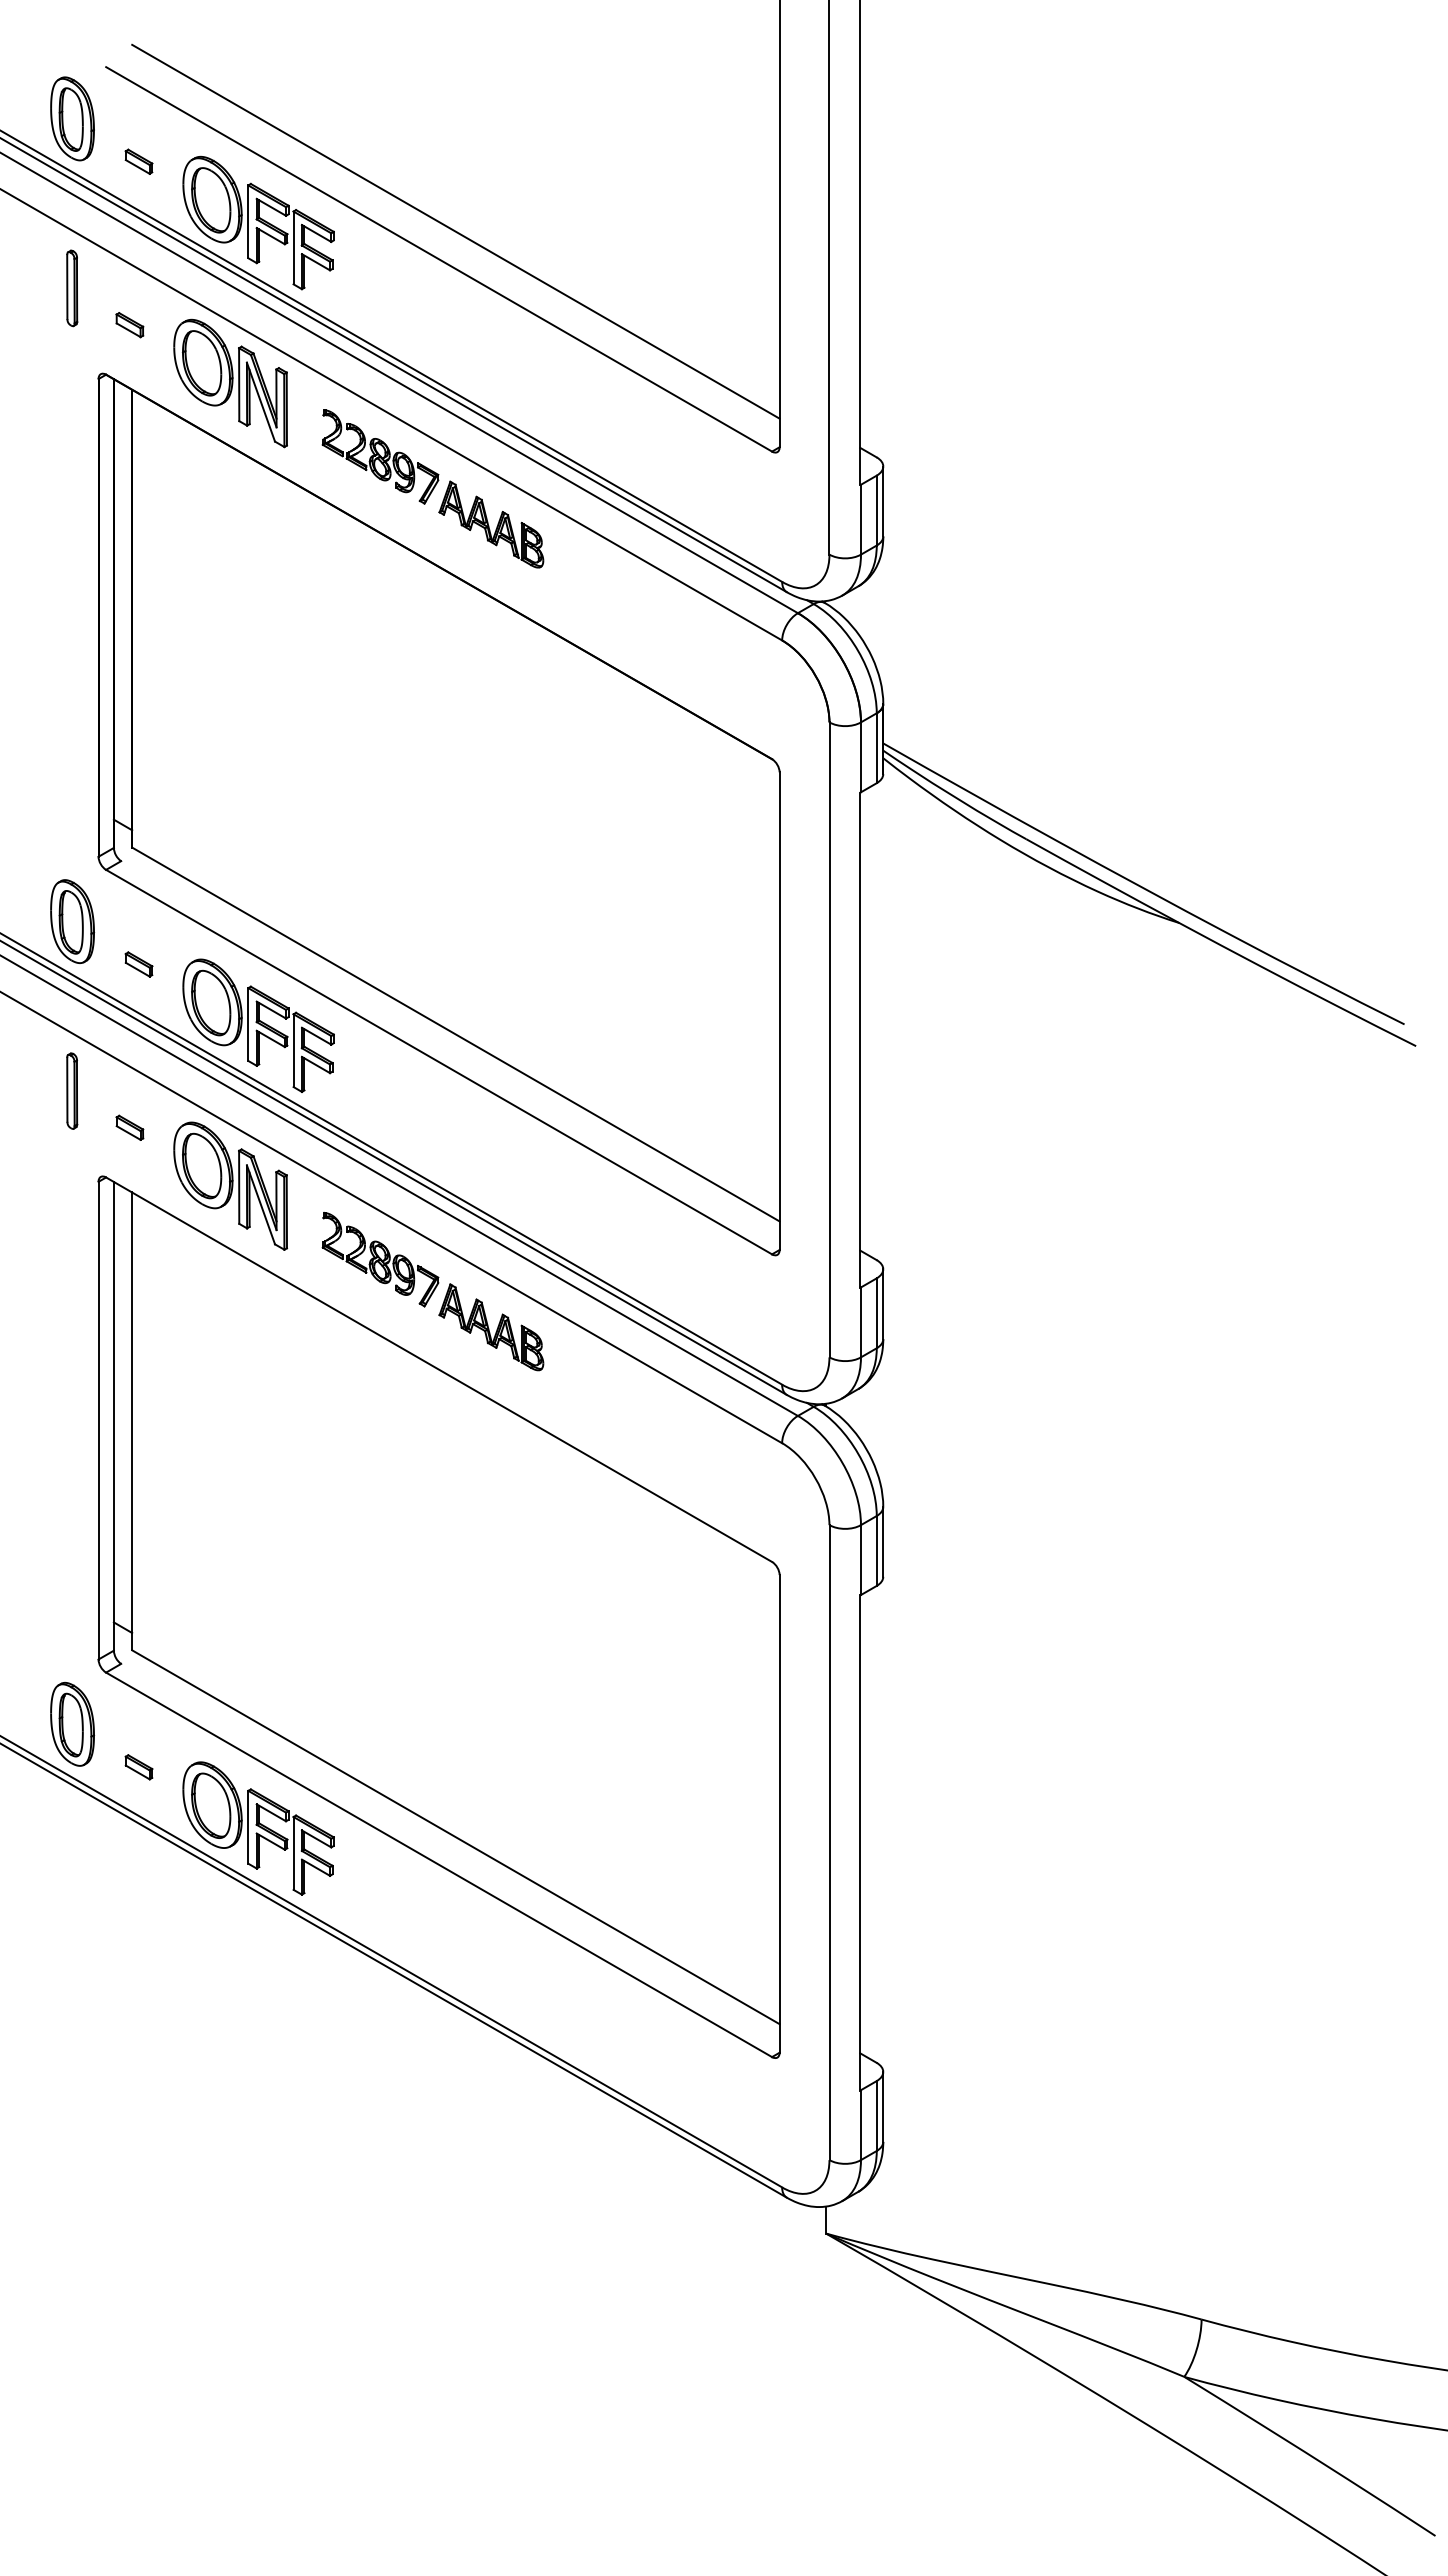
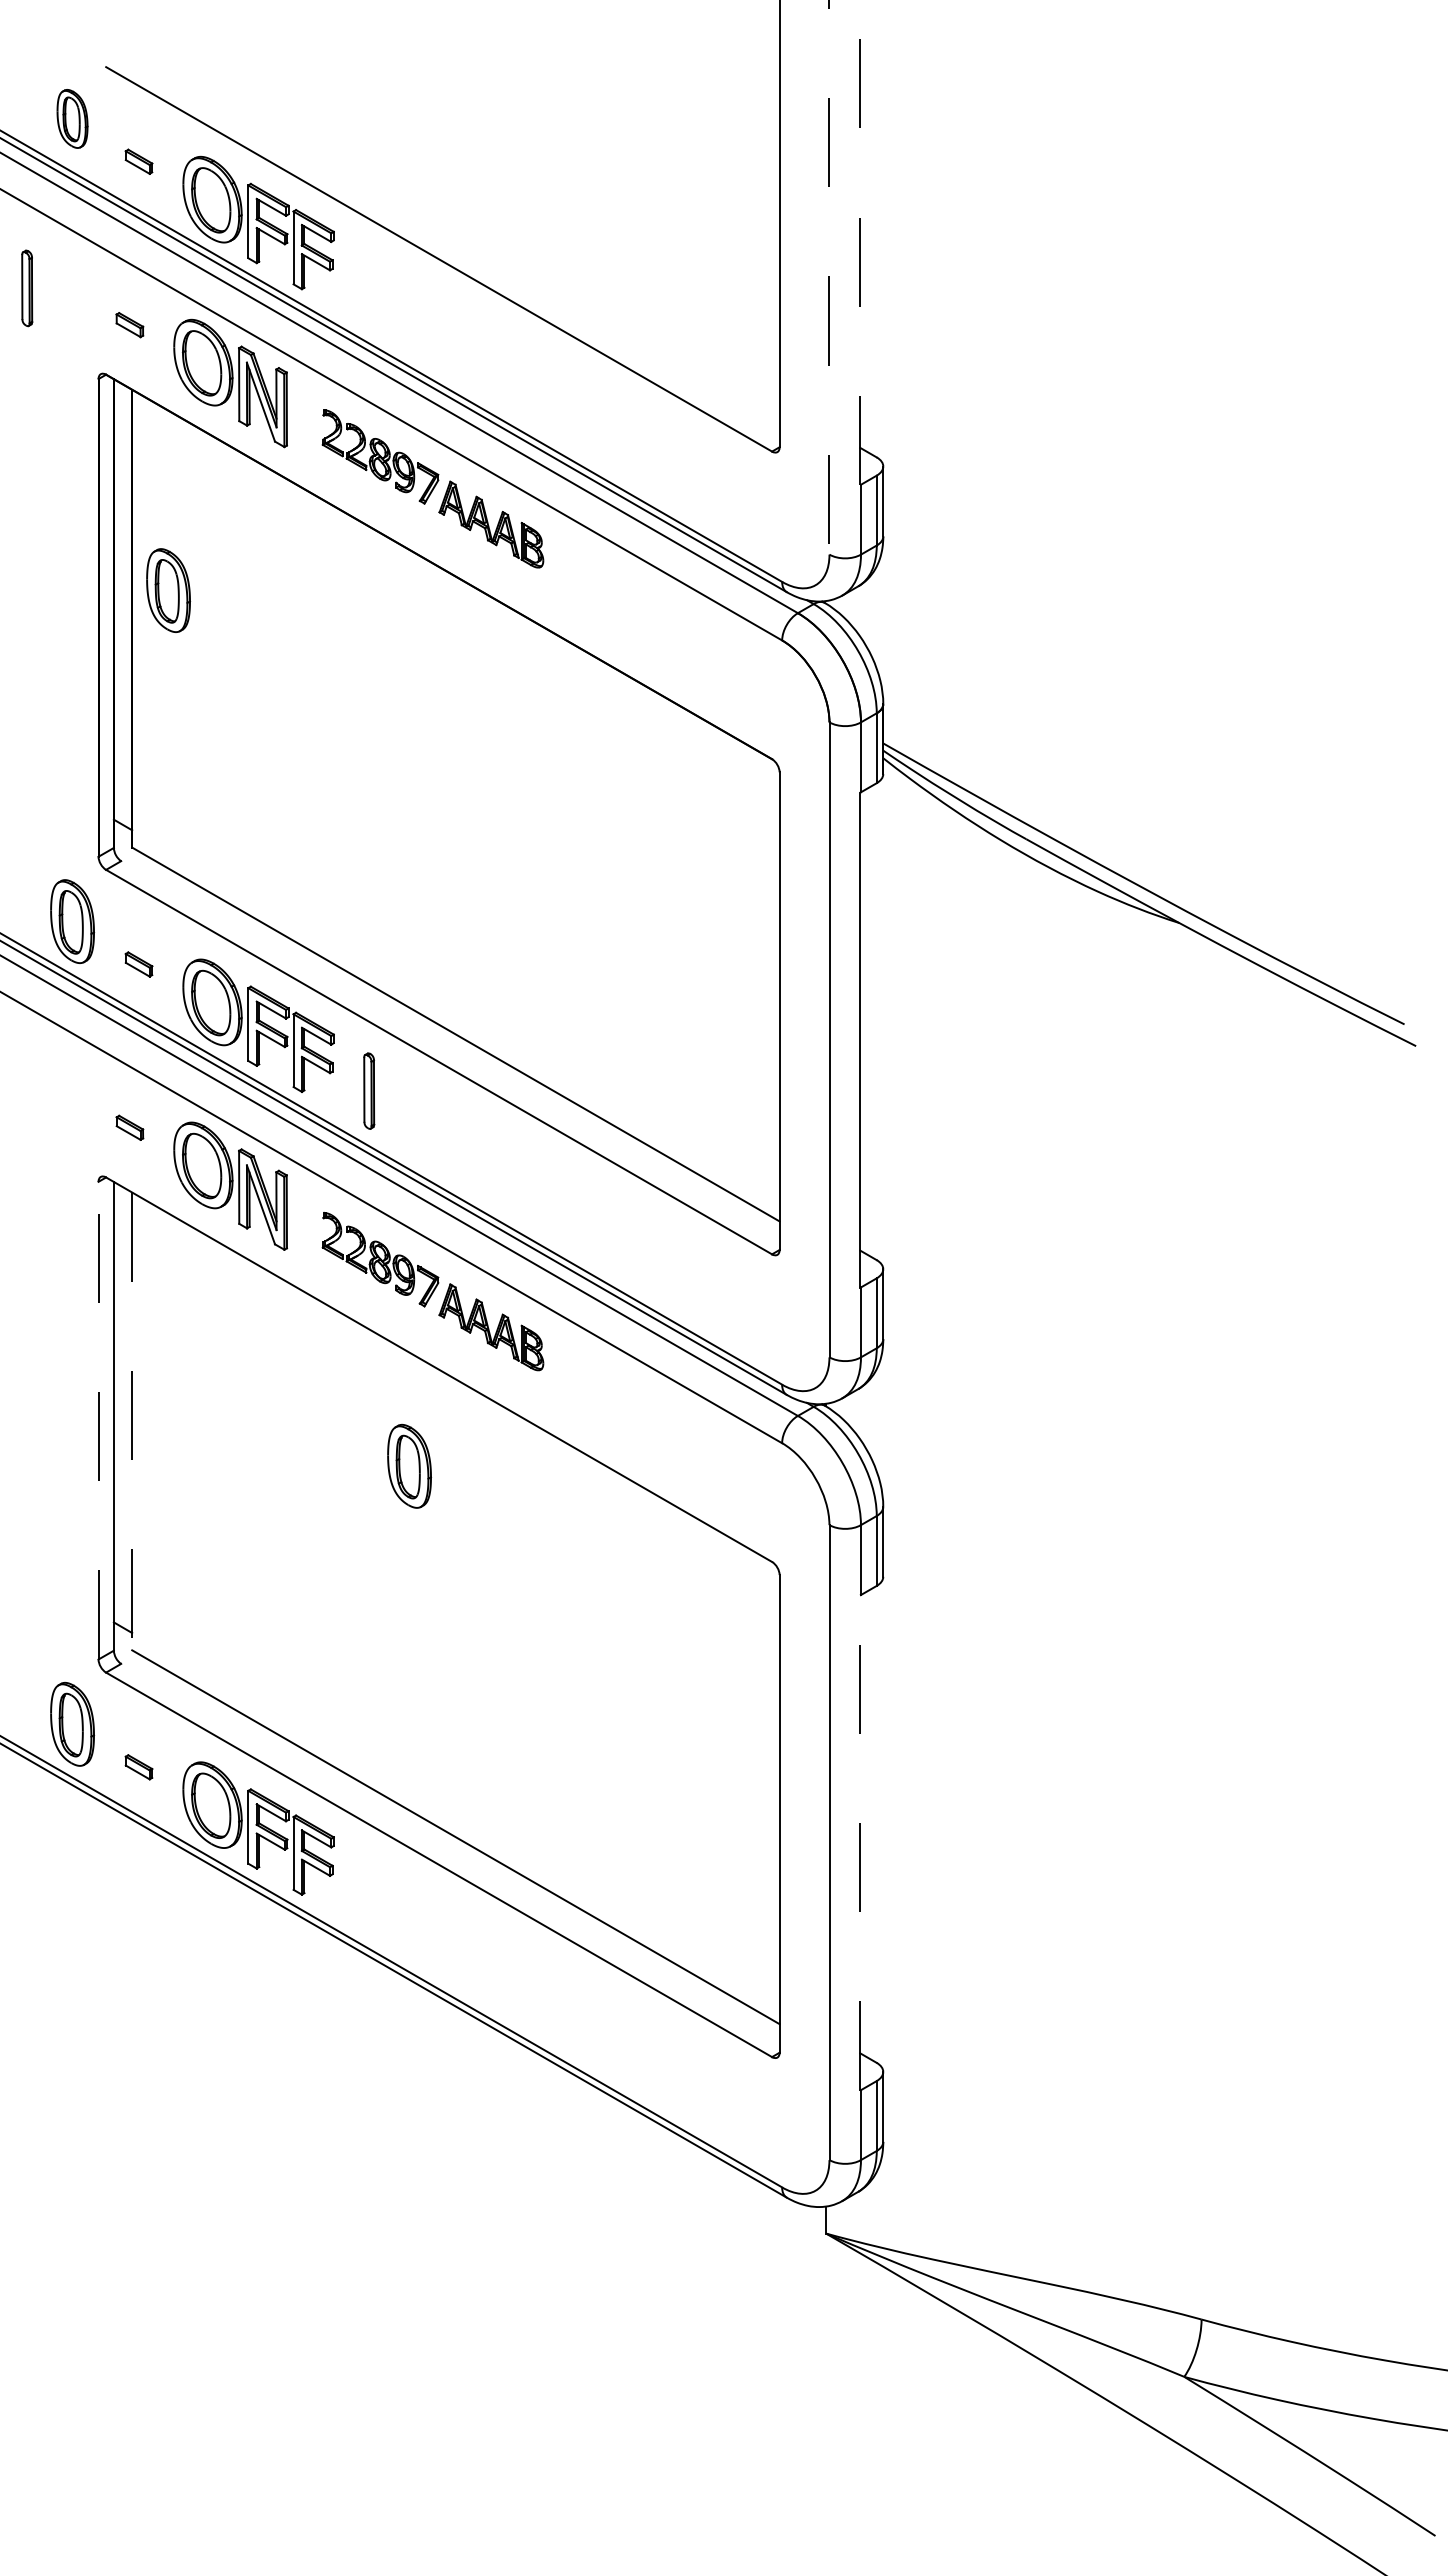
part at (72, 118) size: 45x86 px -> 33x60 px
line at (455, 231): present -> none
line at (860, 242): solid -> dashed
line at (829, 277): solid -> dashed
part at (72, 288) position: (72, 288) -> (27, 288)
part at (168, 590): none -> present
part at (72, 1090) position: (72, 1090) -> (369, 1090)
line at (98, 1420): solid -> dashed
line at (132, 1421): solid -> dashed
part at (409, 1465): none -> present
line at (860, 1843): solid -> dashed
